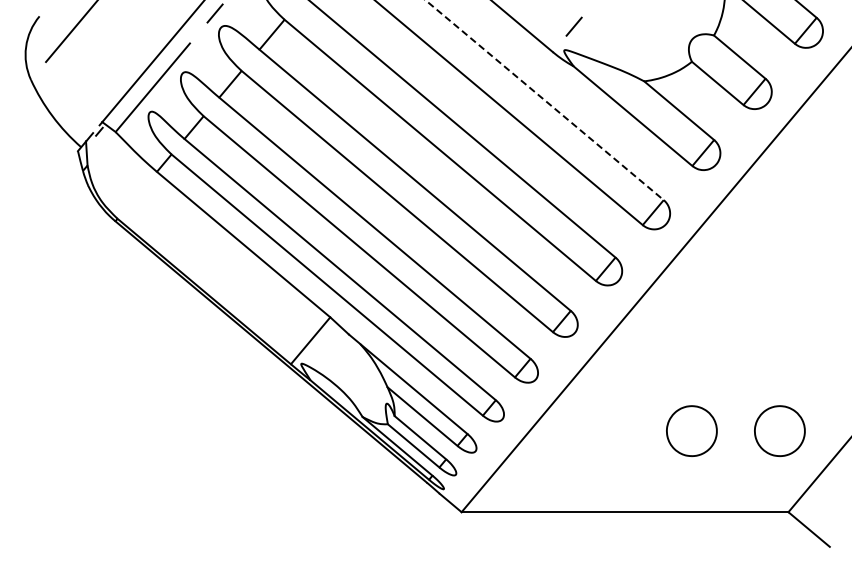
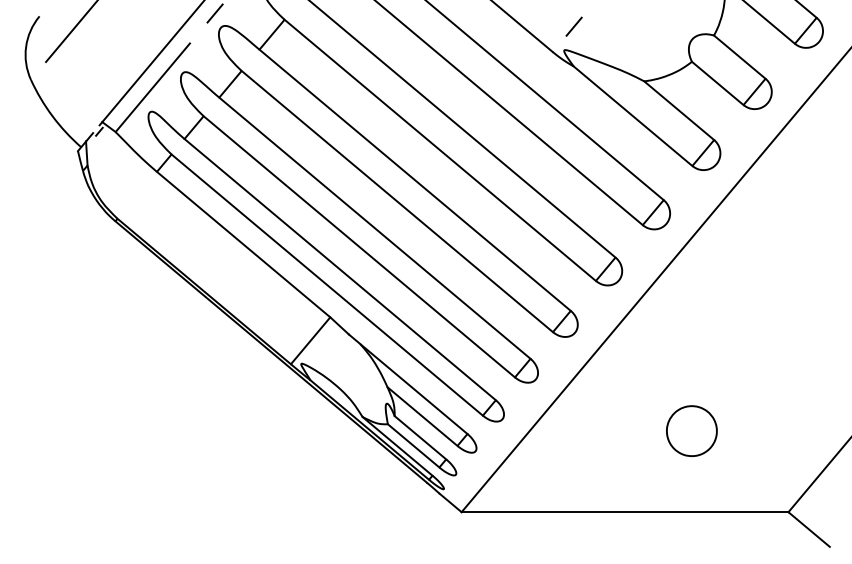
line at (545, 100): dashed -> solid
part at (779, 430): present -> none
